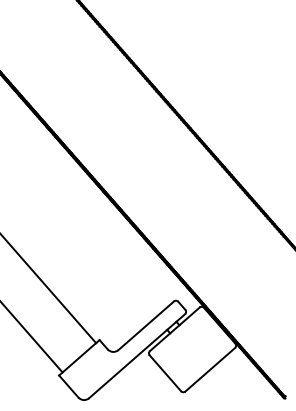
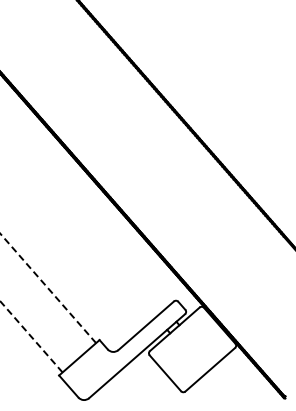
line at (48, 288): solid -> dashed
line at (31, 336): solid -> dashed
